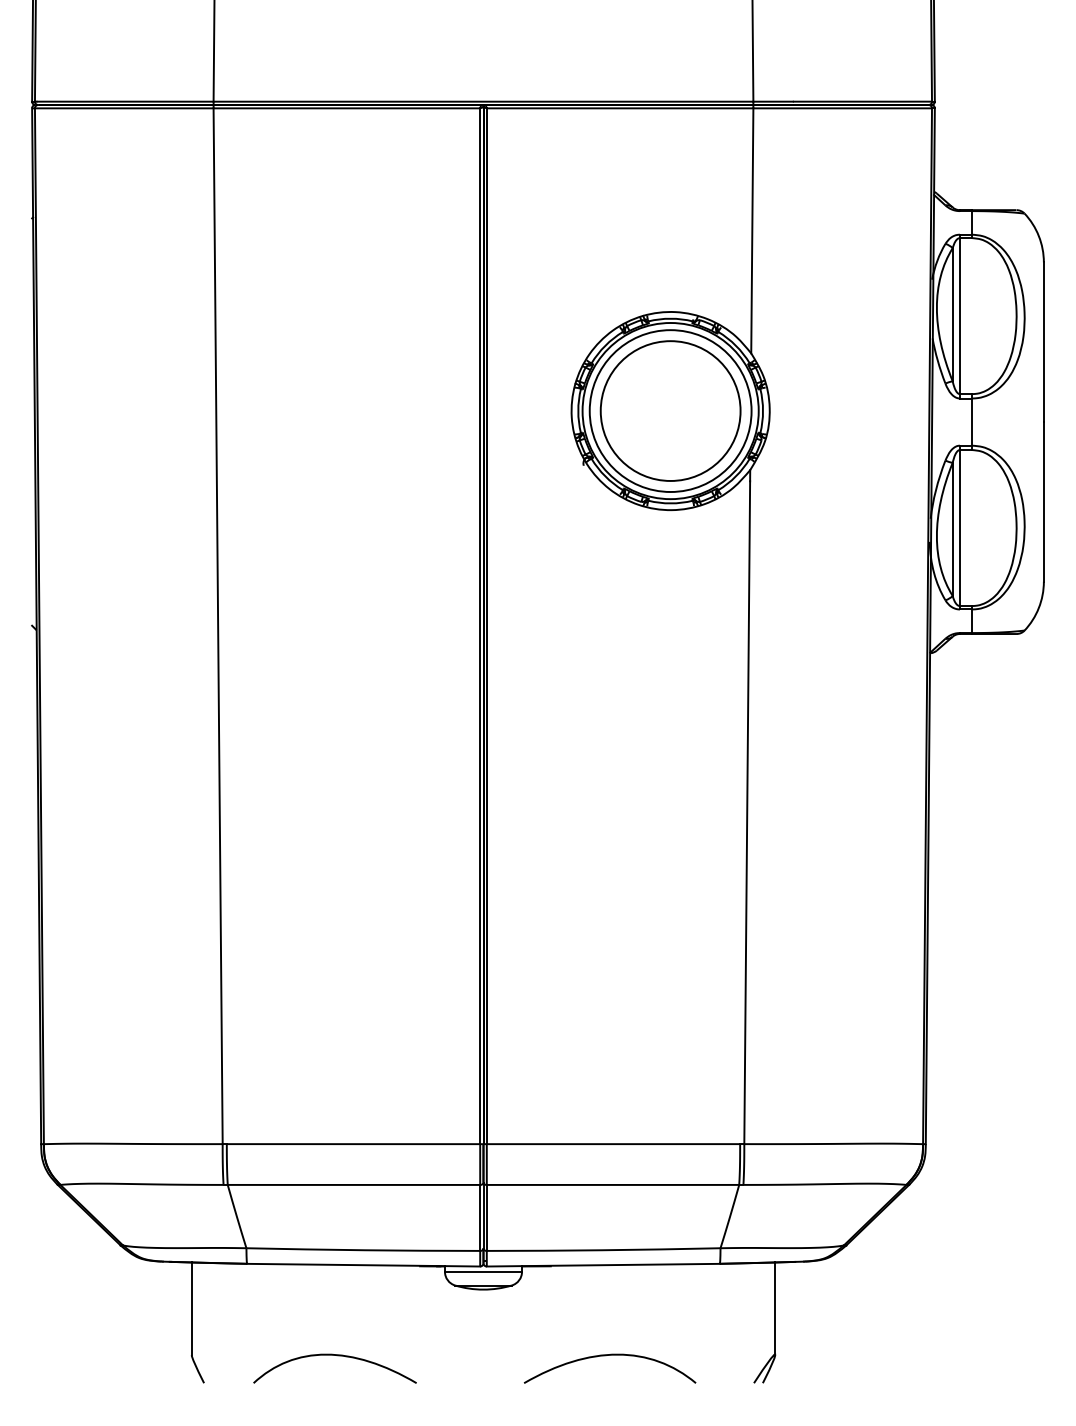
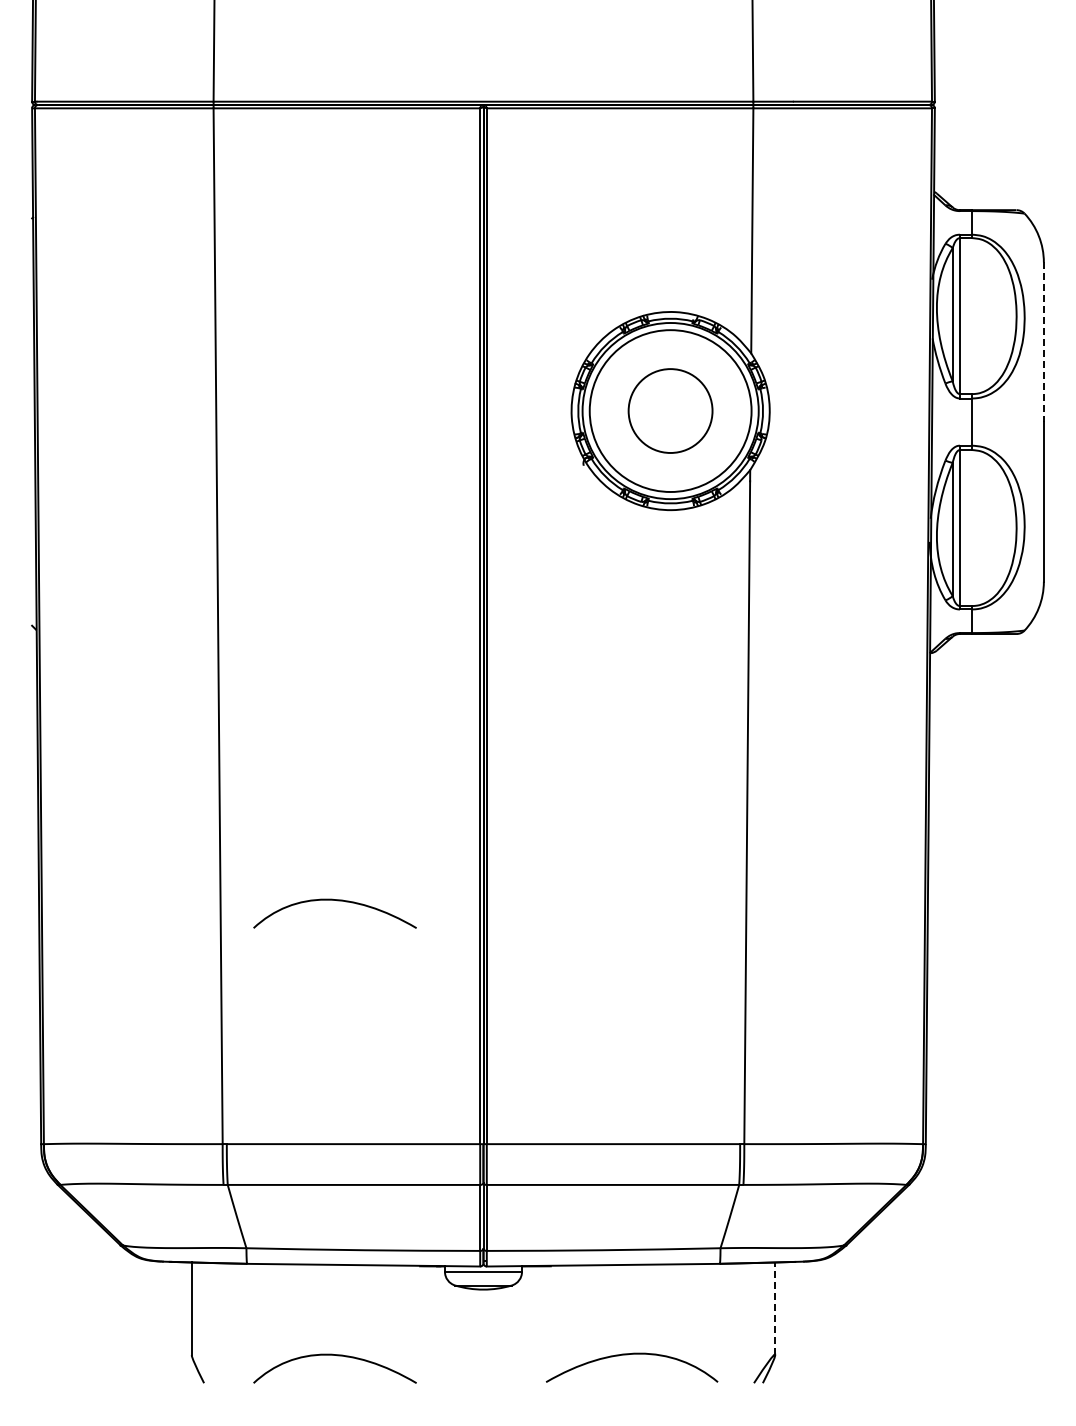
line at (1043, 342): solid -> dashed
circle at (670, 410) size: 143x142 px -> 87x86 px
curve at (337, 901): none -> present
line at (775, 1308): solid -> dashed
curve at (605, 1356) position: (605, 1356) -> (627, 1355)
